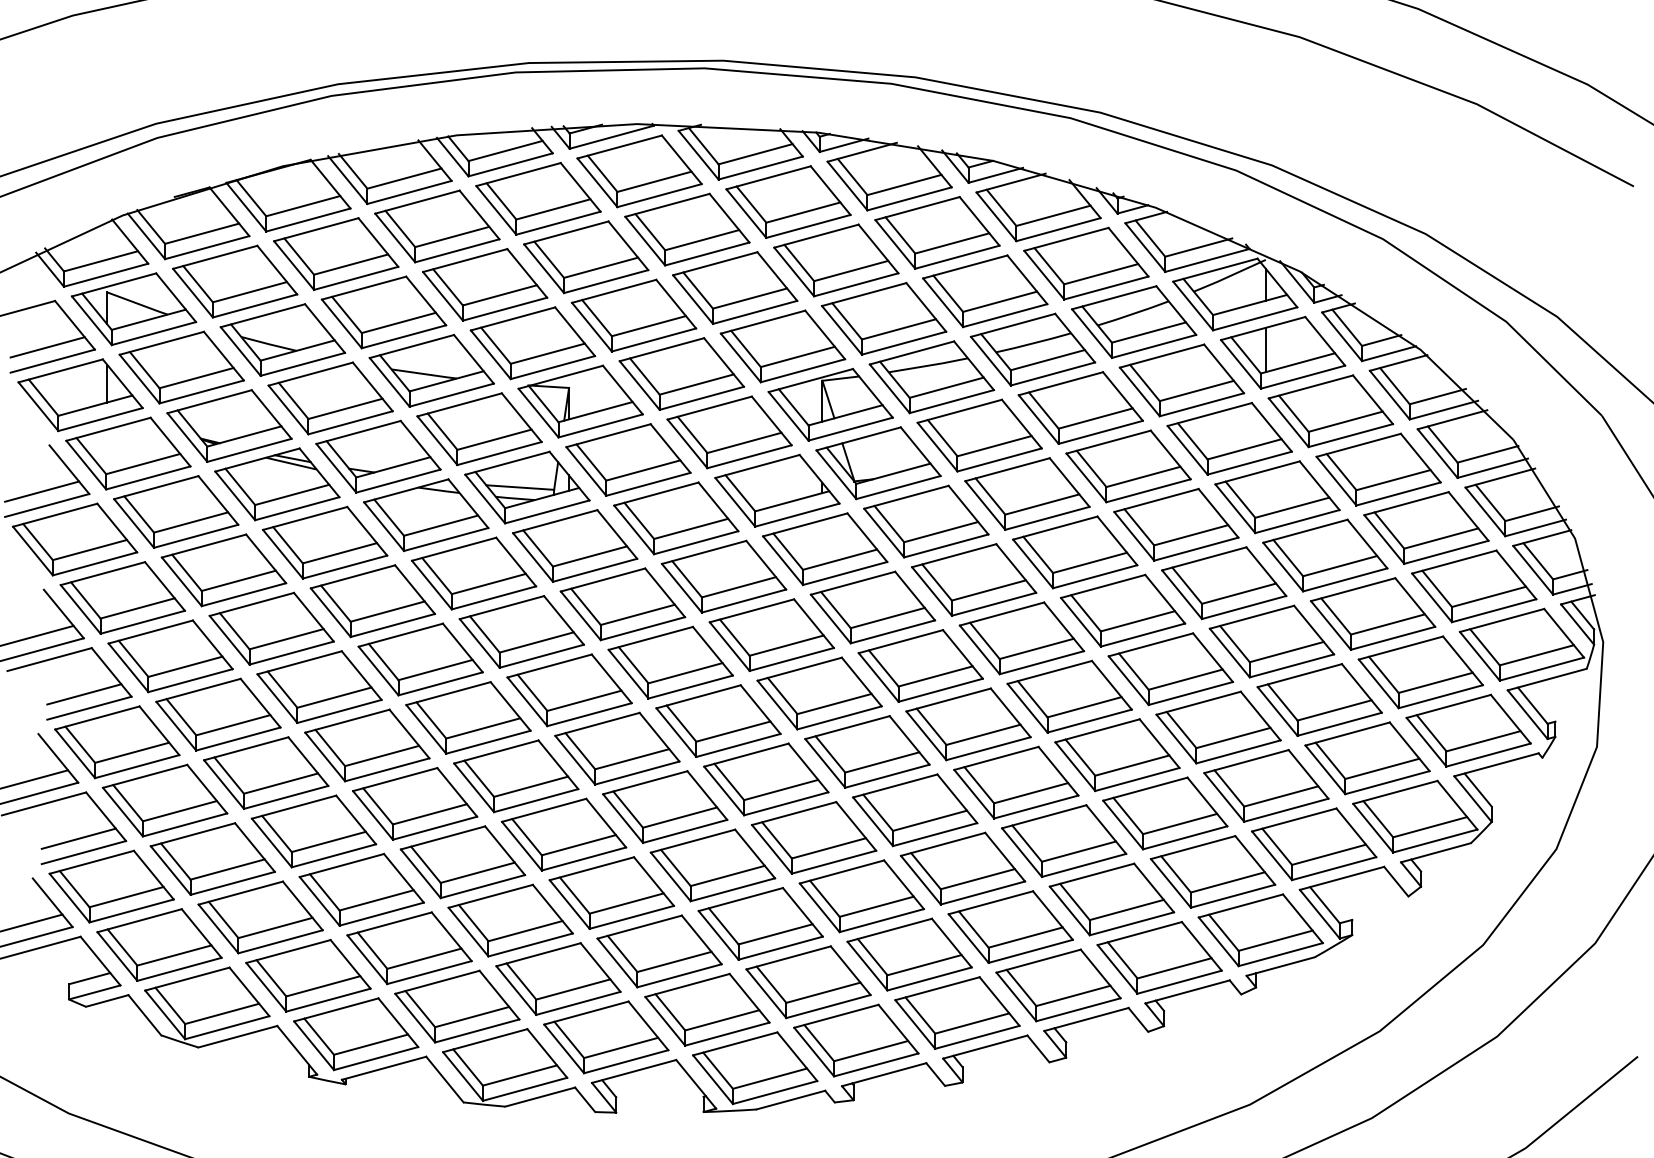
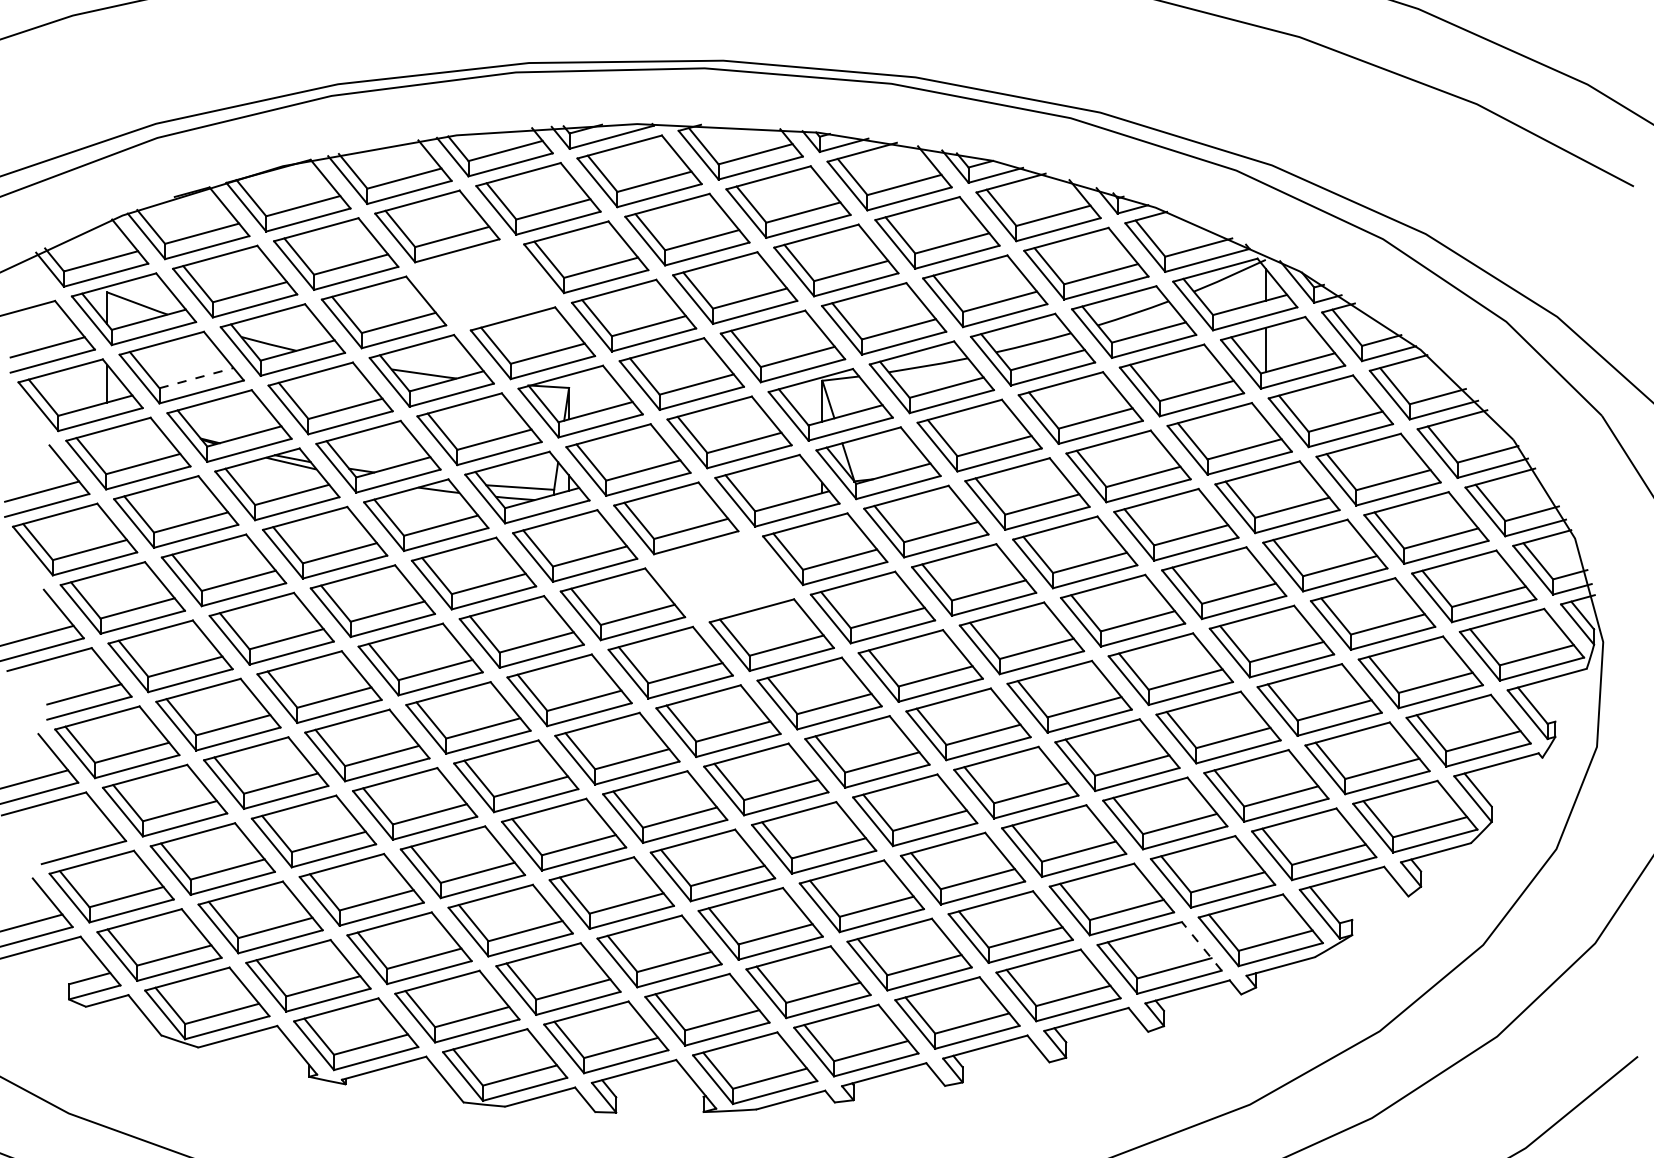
part at (485, 284): present -> none
line at (197, 378): solid -> dashed
part at (723, 576): present -> none
line at (78, 838): present -> none
line at (1201, 946): solid -> dashed
